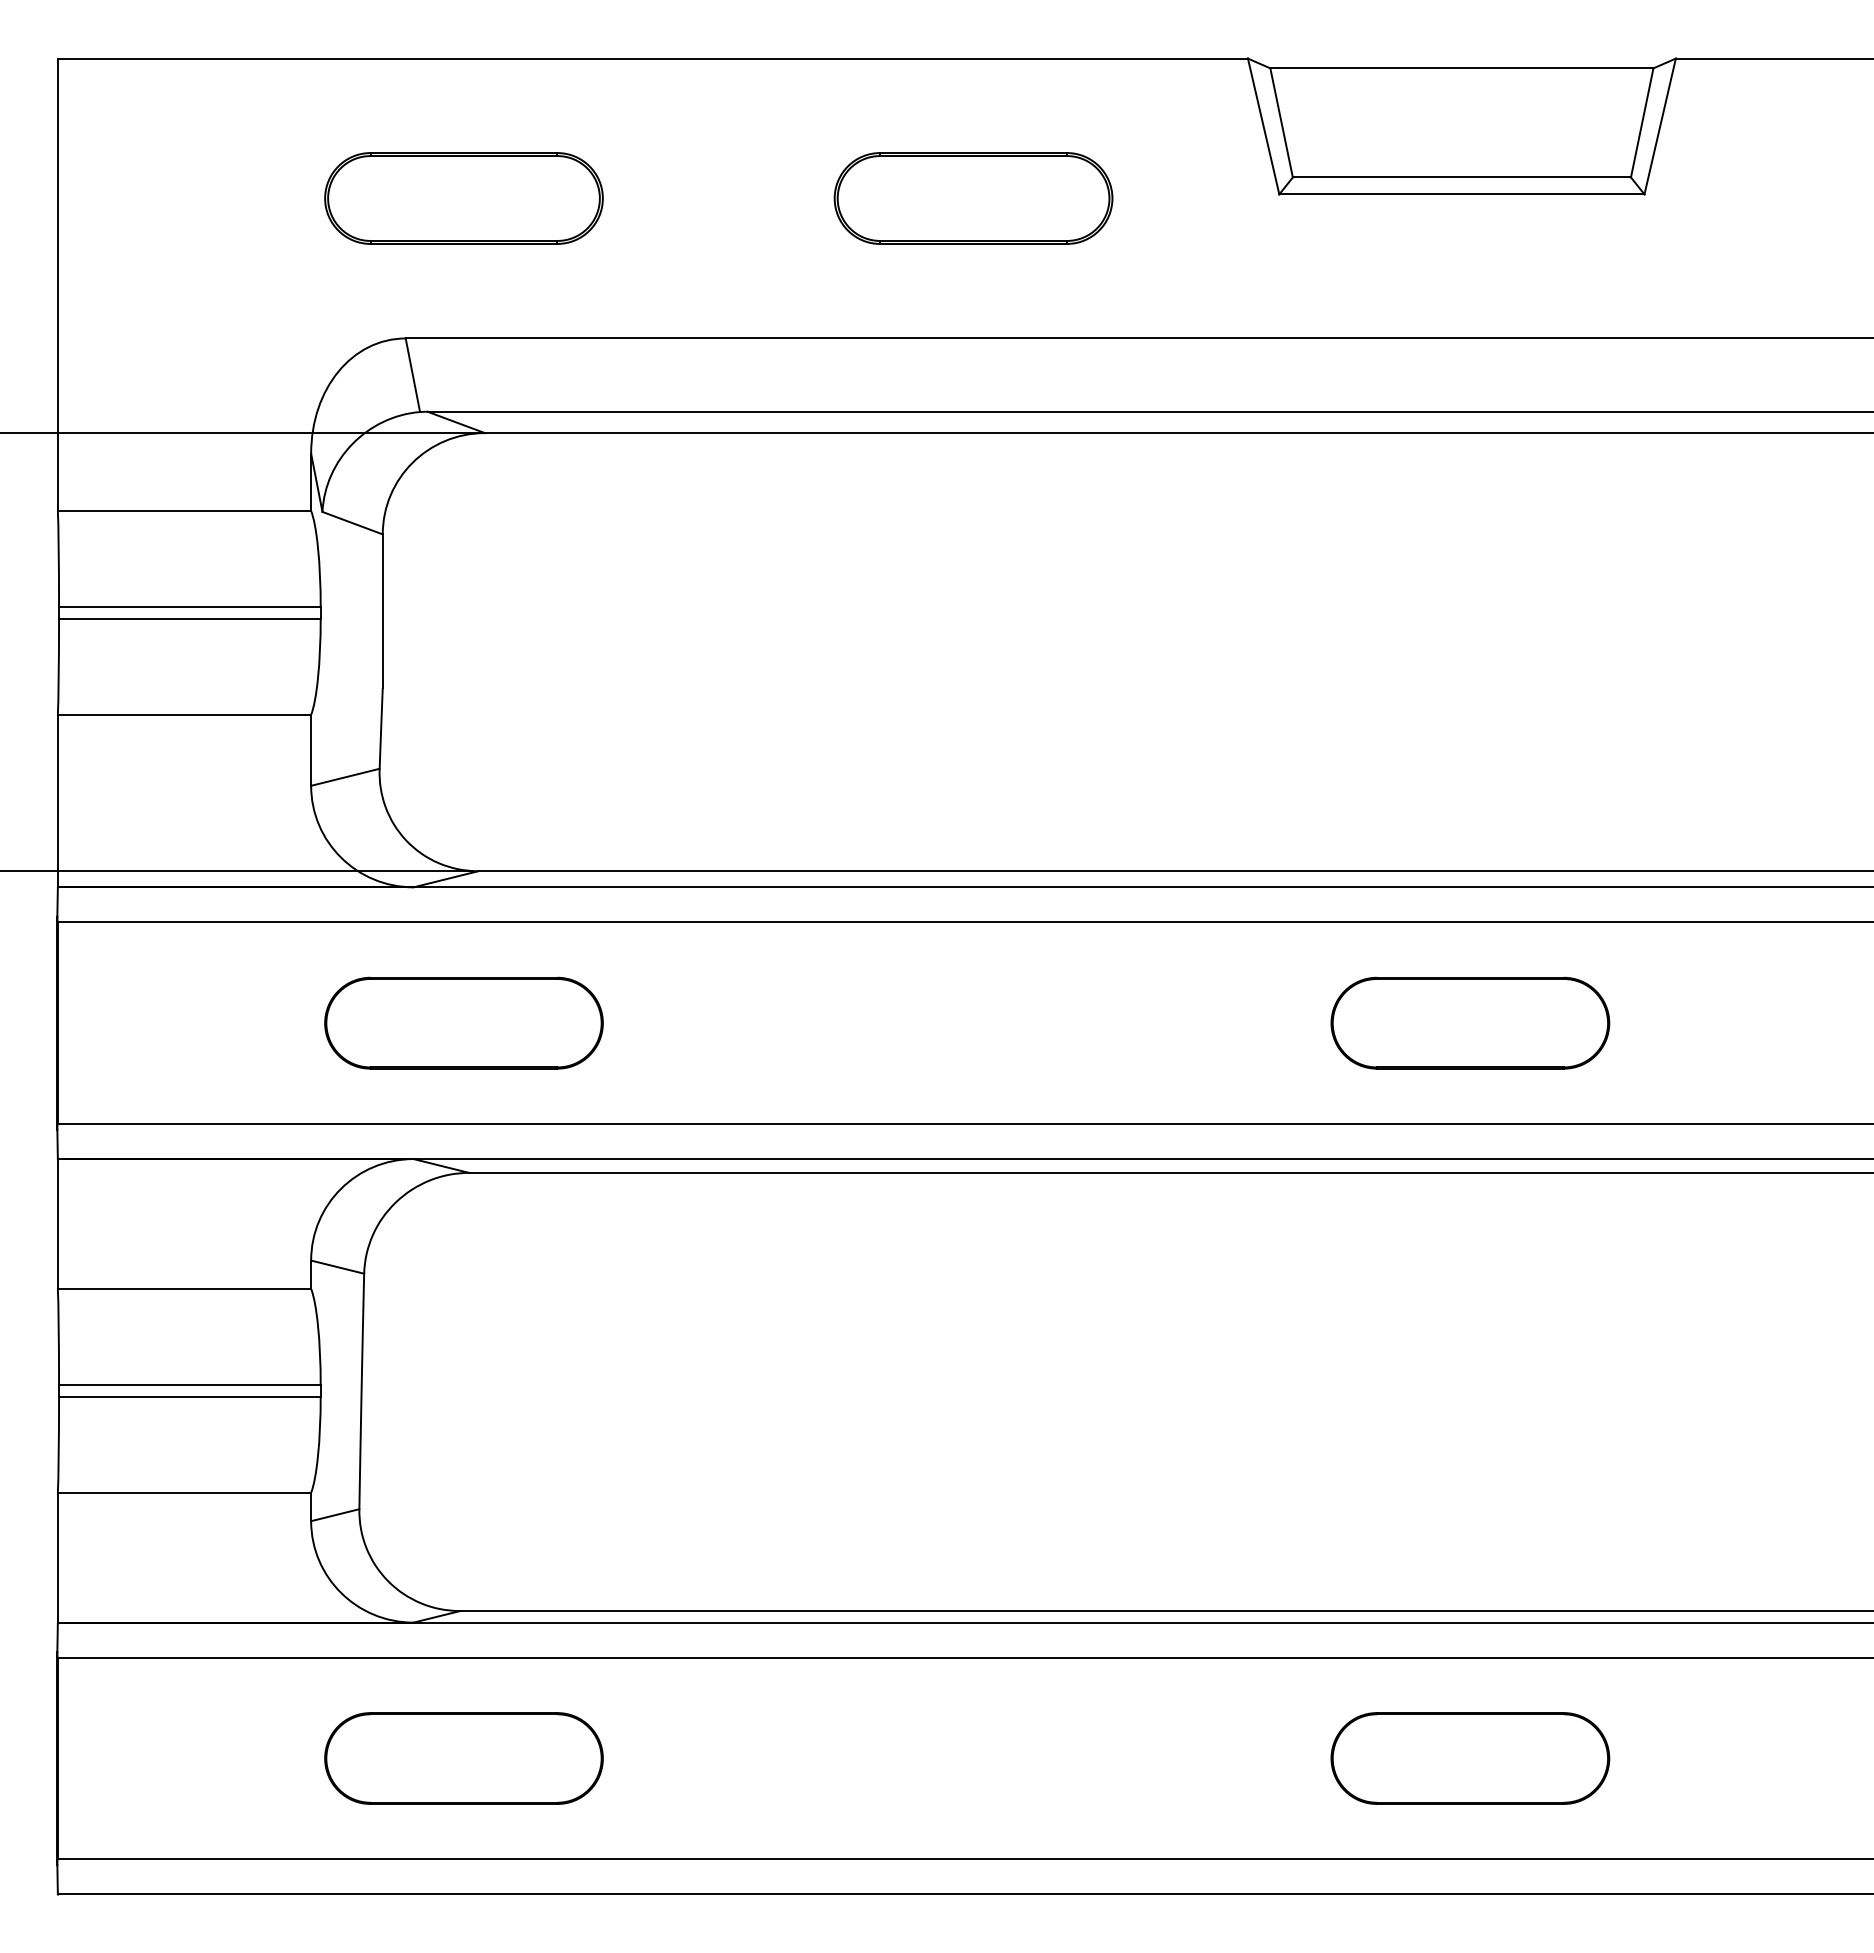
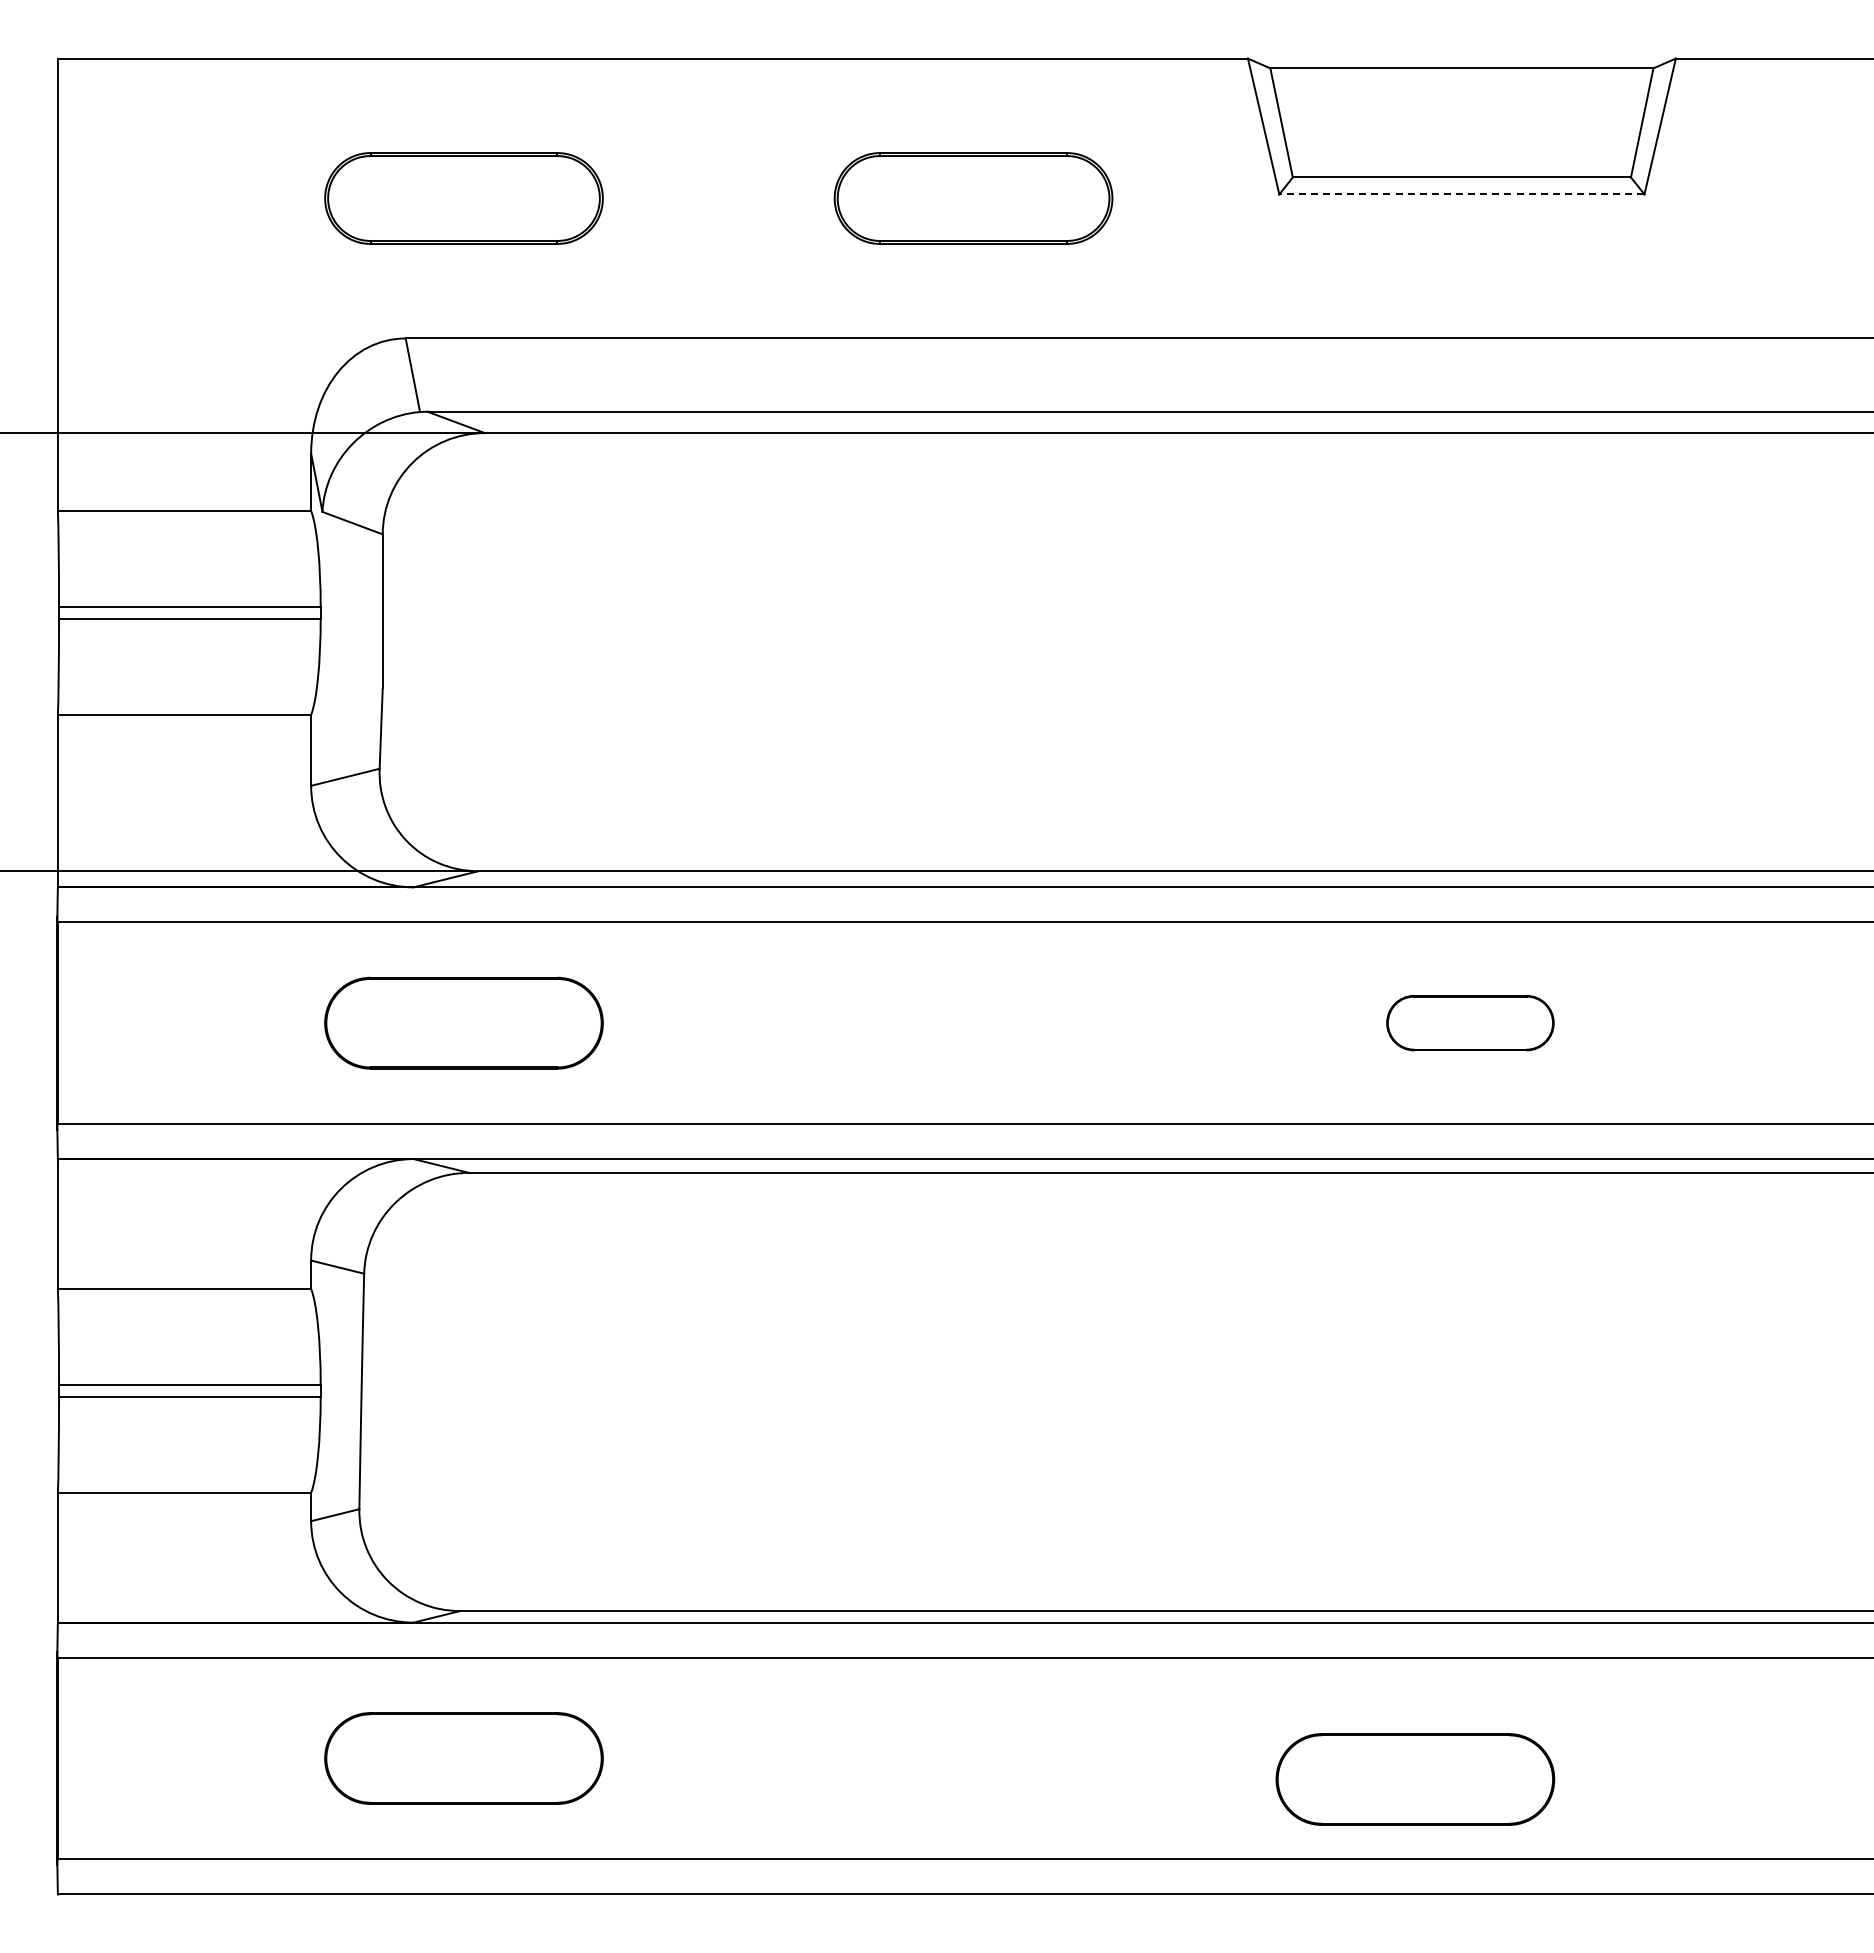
line at (1461, 194): solid -> dashed
part at (1470, 1022) size: 281x94 px -> 169x57 px
part at (1470, 1758) position: (1470, 1758) -> (1415, 1779)
